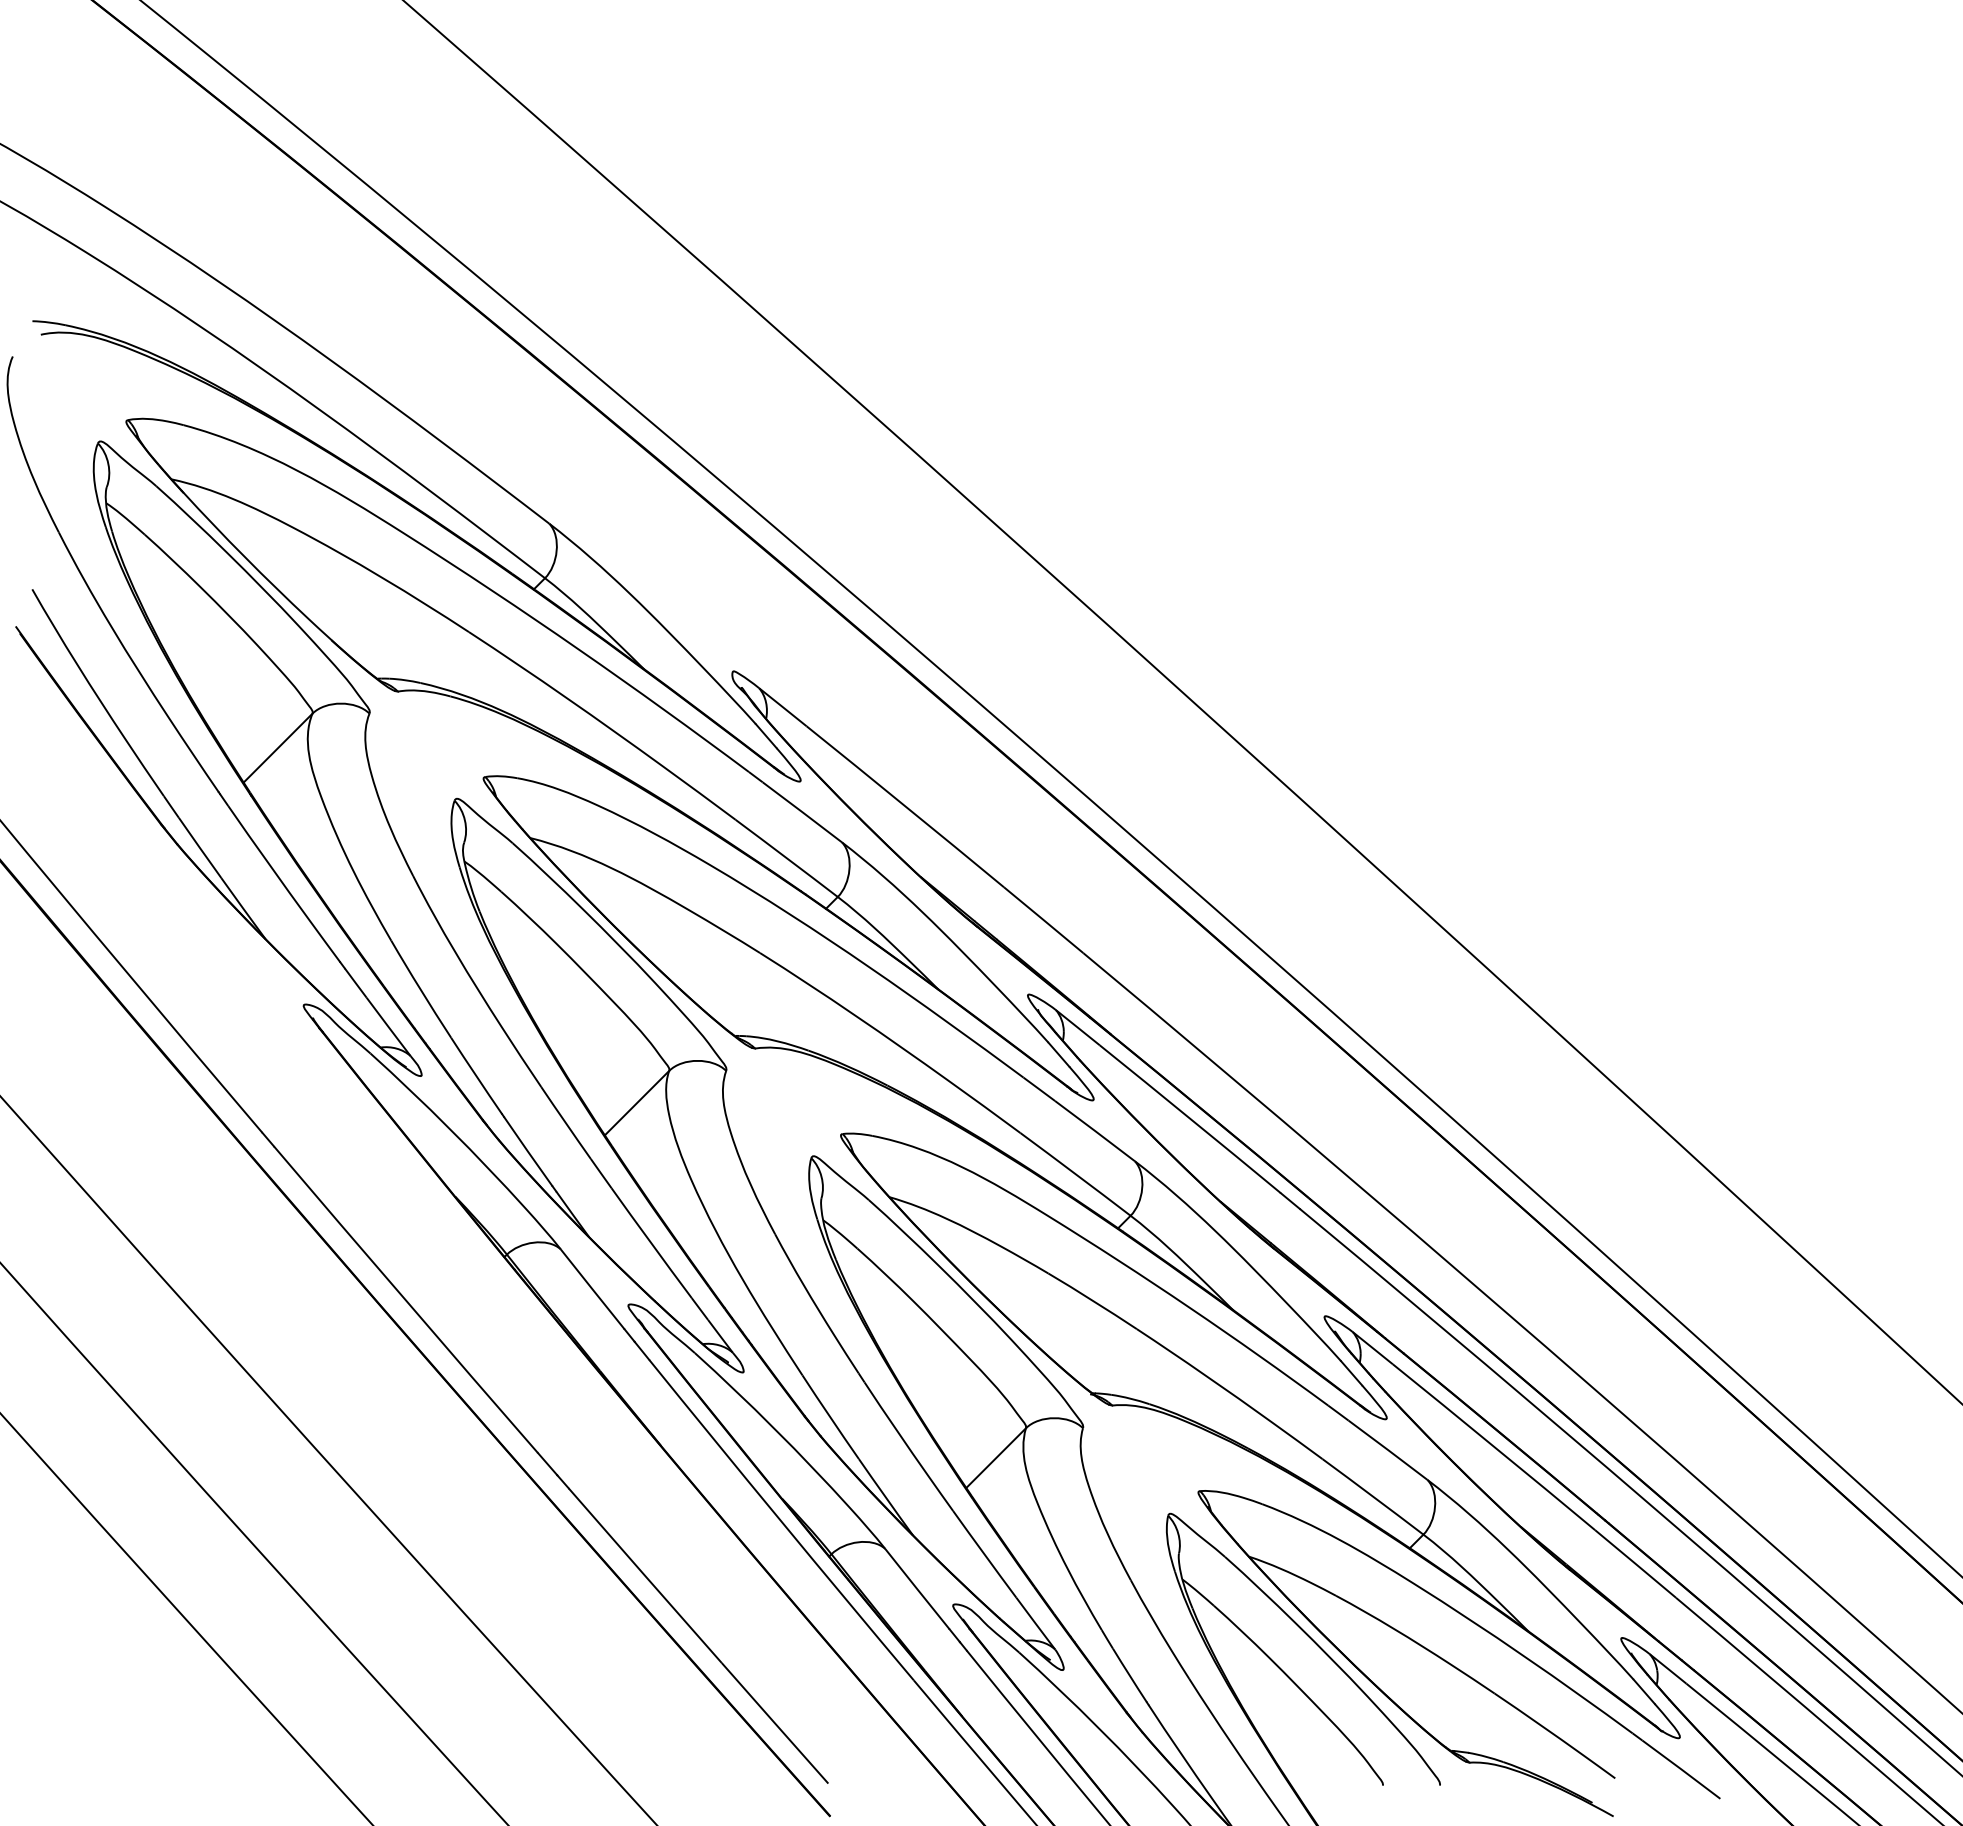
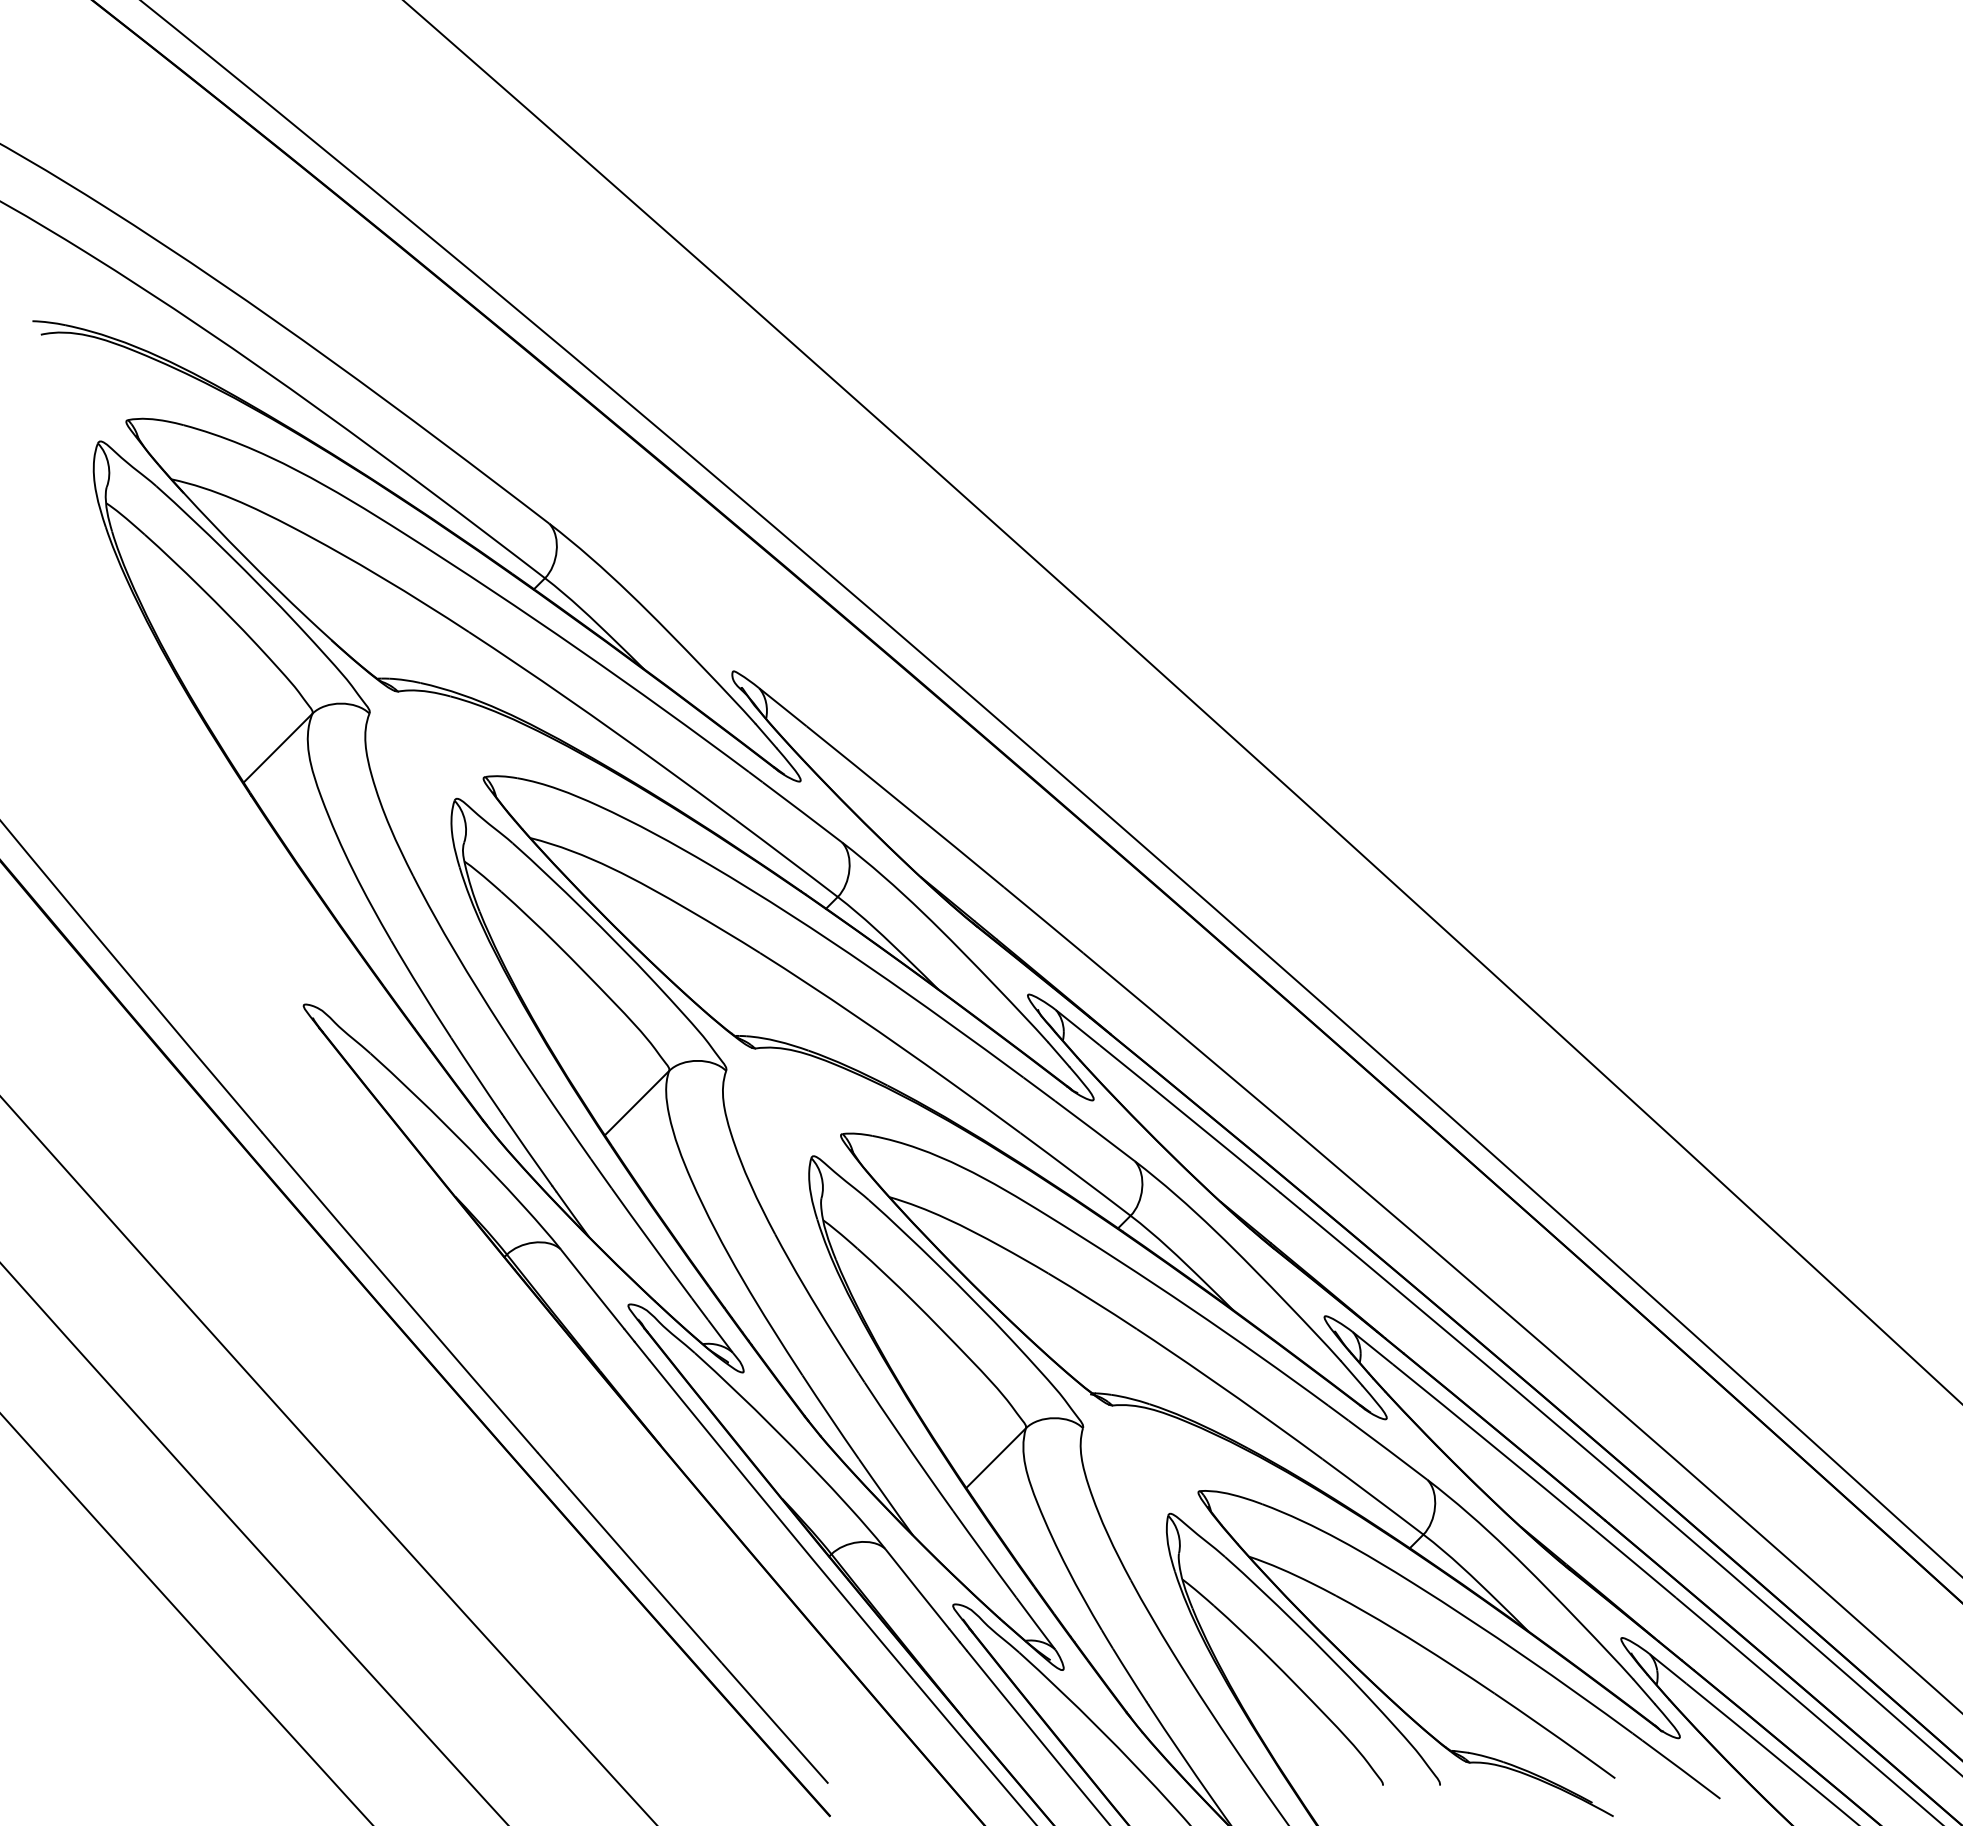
part at (182, 736): present -> none
